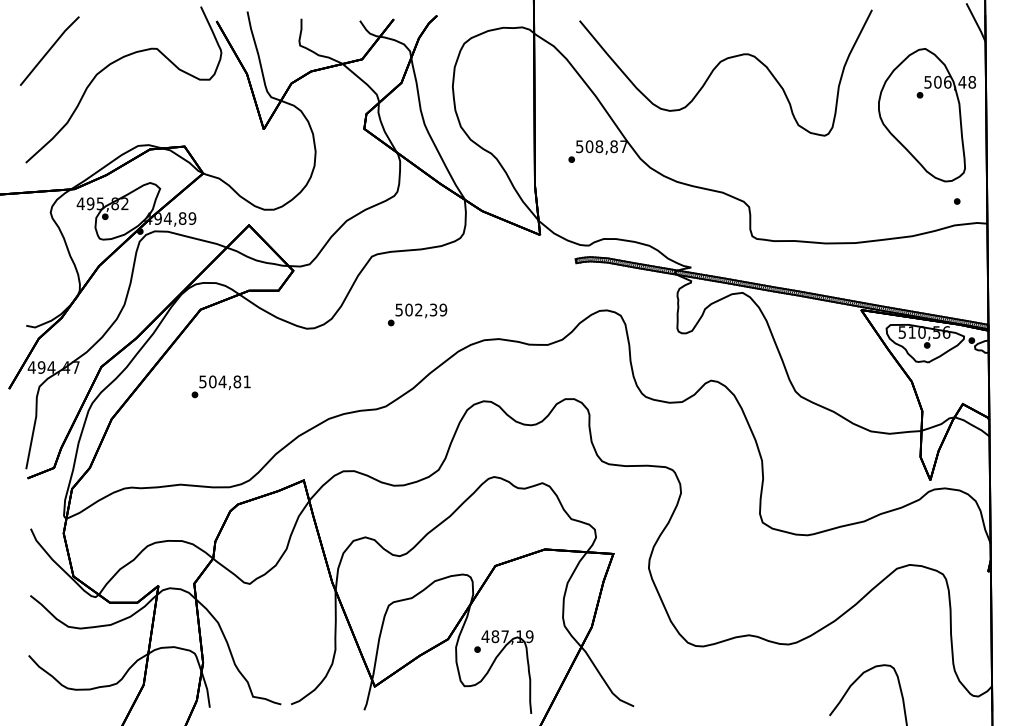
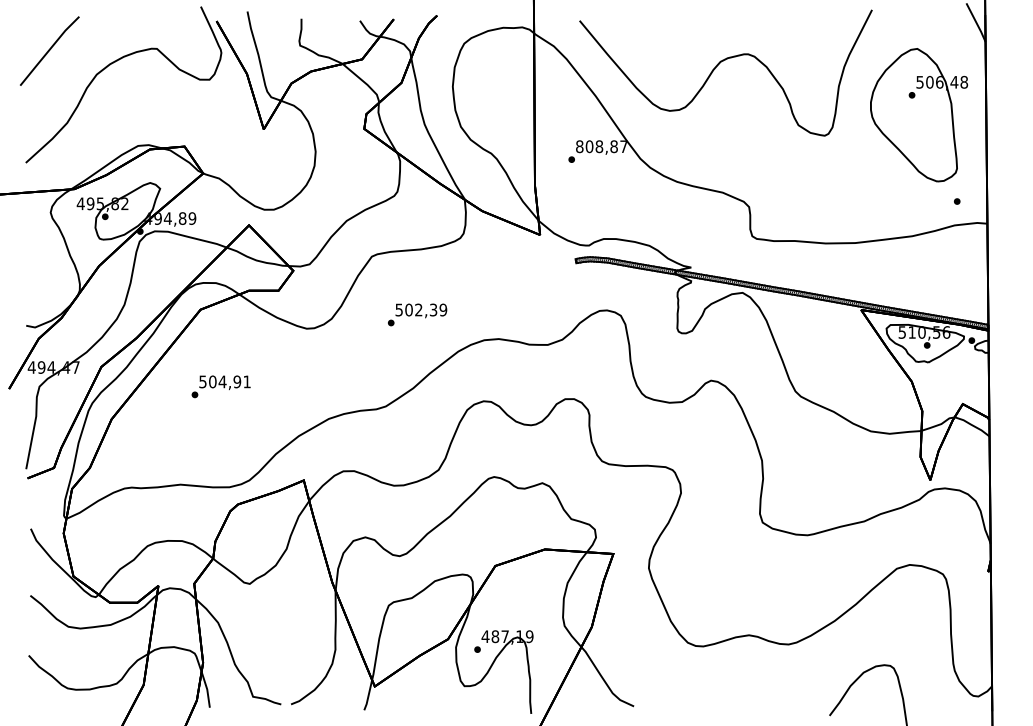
part at (927, 115) position: (927, 115) -> (919, 115)
text at (579, 146): 508,87 -> 808,87
text at (237, 381): 504,81 -> 504,91
